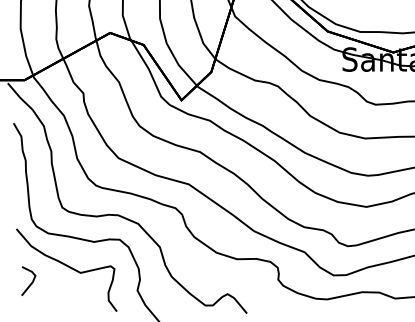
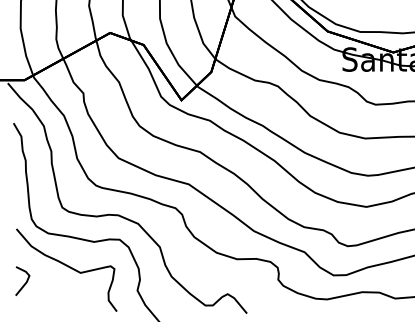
line at (31, 282) position: (31, 282) -> (25, 282)
